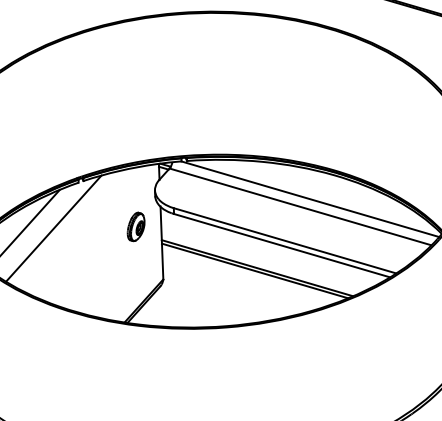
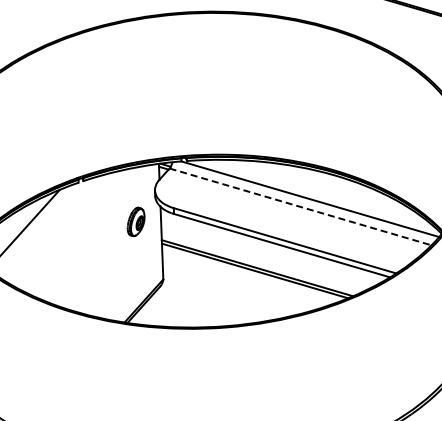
line at (300, 207): solid -> dashed
part at (135, 226) position: (135, 226) -> (135, 221)
line at (53, 228): present -> none
